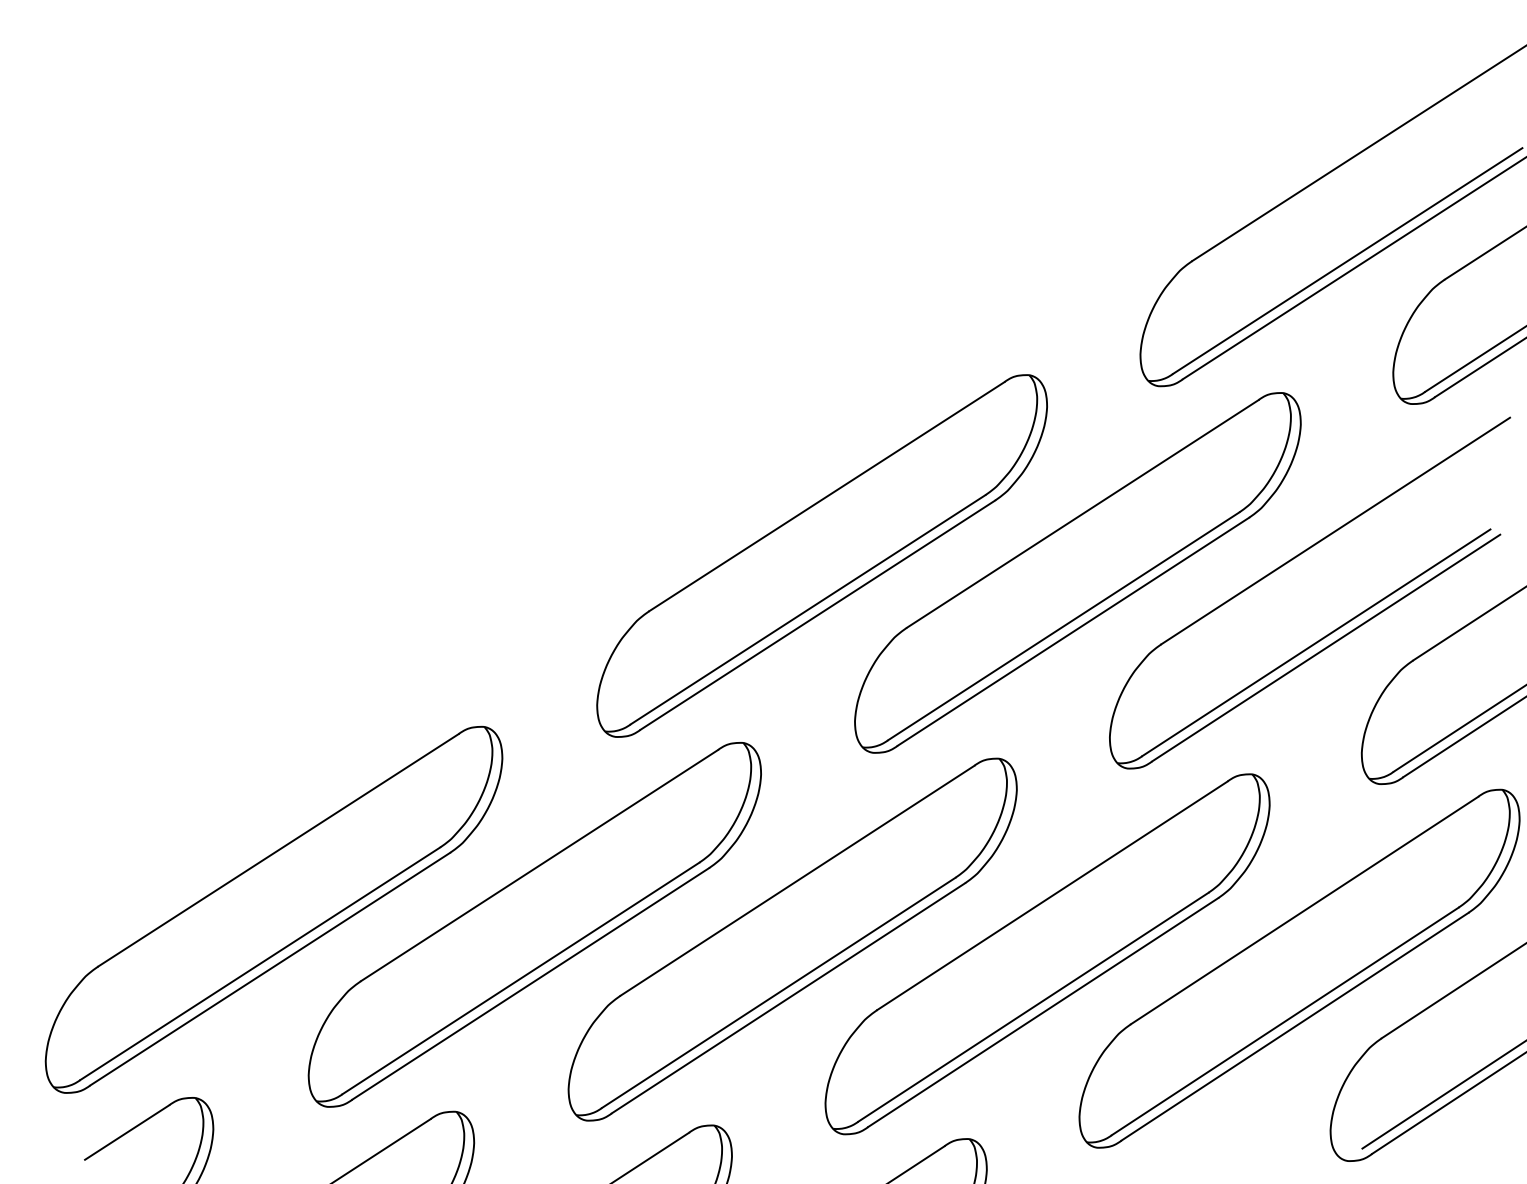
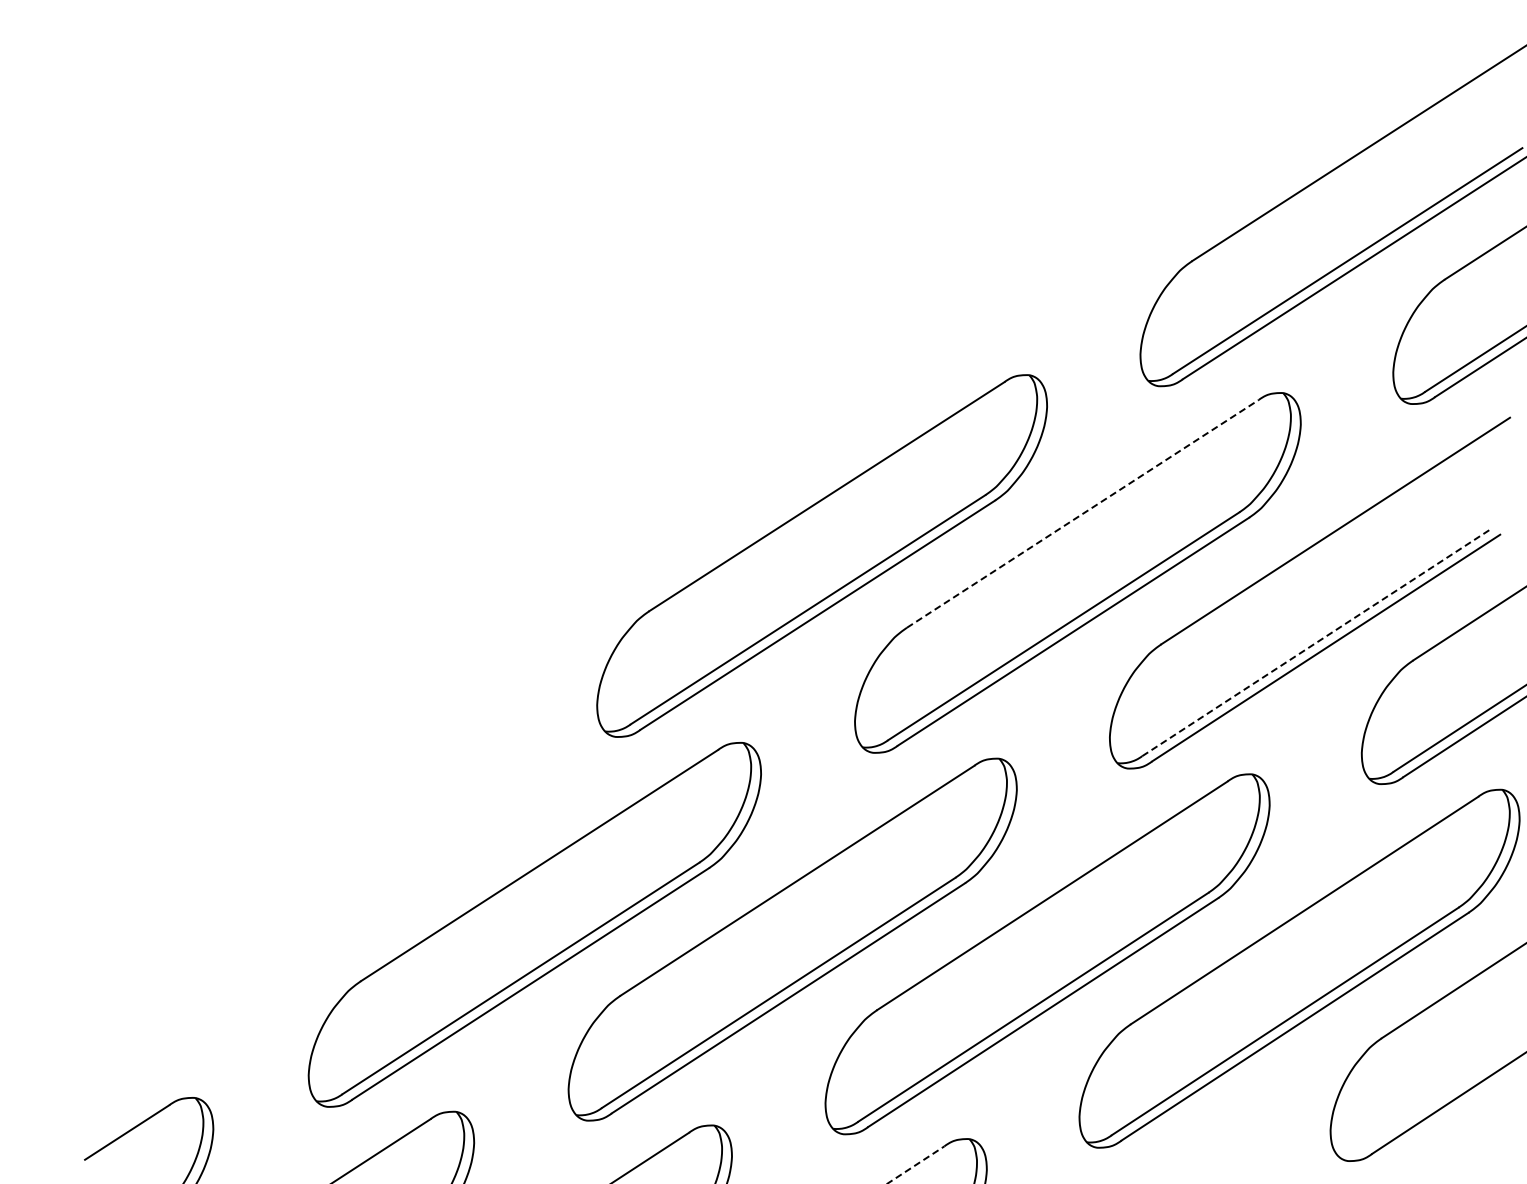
line at (1083, 513): solid -> dashed
line at (1316, 642): solid -> dashed
part at (273, 909): present -> none
line at (1442, 1095): present -> none
line at (916, 1164): solid -> dashed
